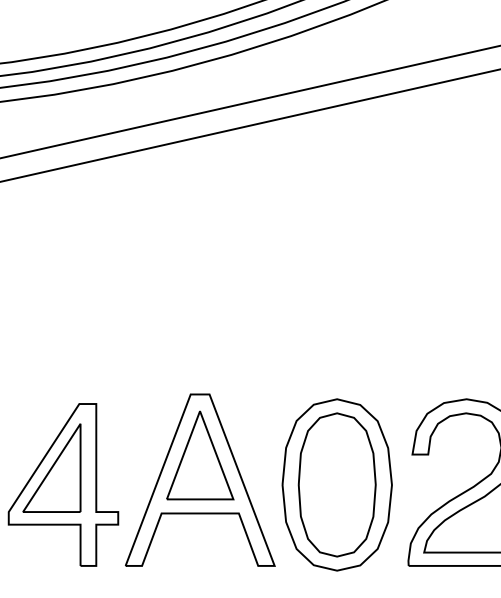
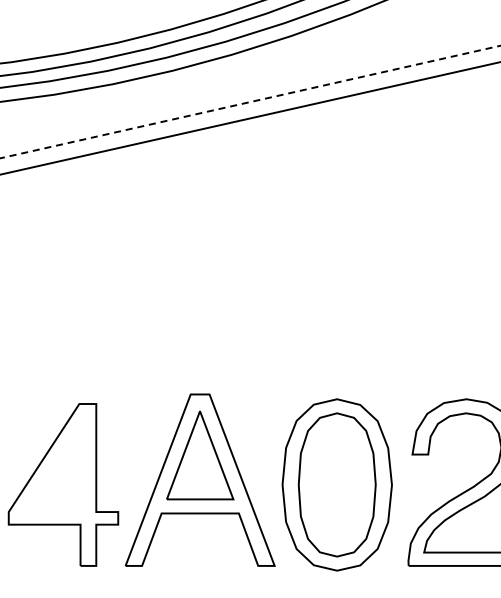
line at (250, 102): solid -> dashed
line at (249, 125) position: (249, 125) -> (249, 118)
part at (51, 467): present -> none
